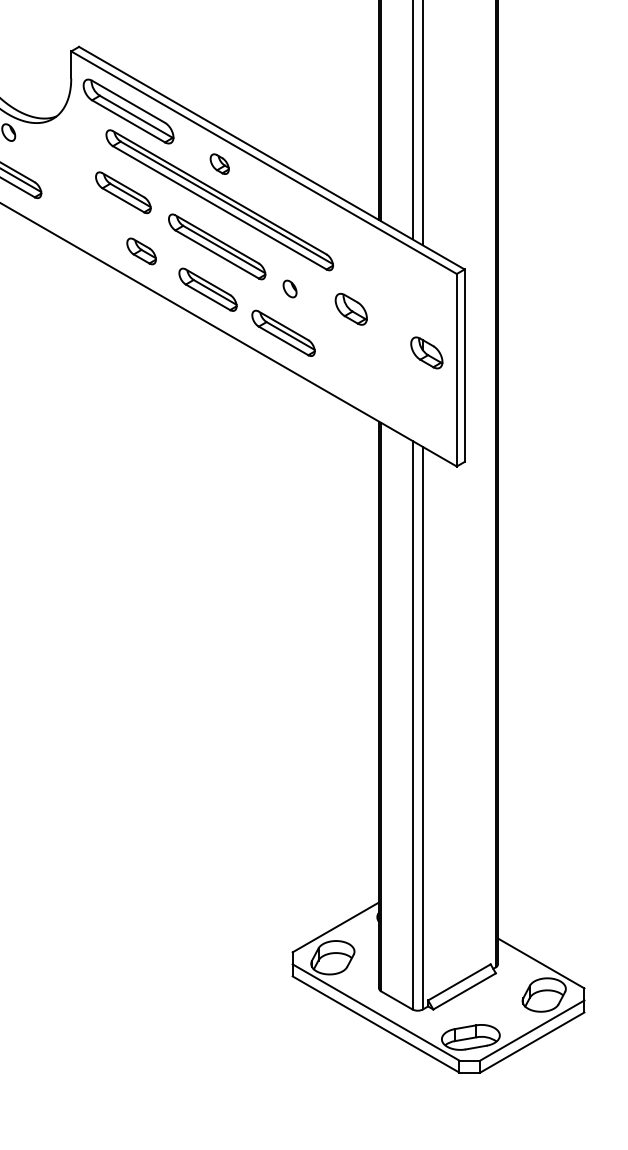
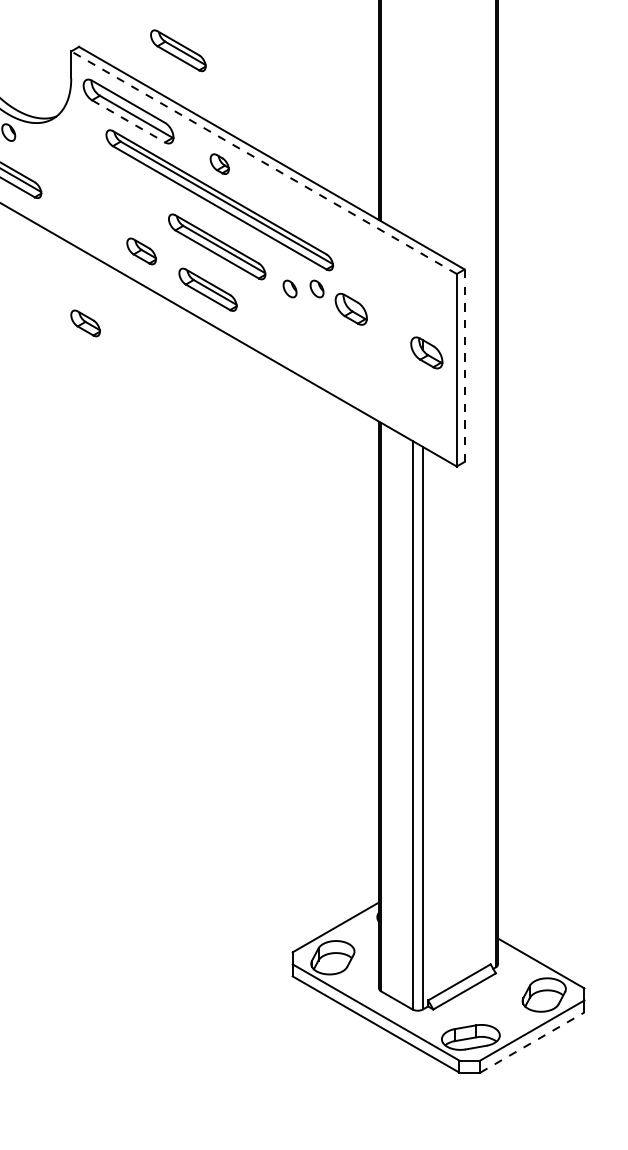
line at (412, 120): present -> none
line at (129, 121): solid -> dashed
line at (422, 123): present -> none
line at (264, 162): solid -> dashed
part at (123, 192) position: (123, 192) -> (178, 50)
part at (316, 288): none -> present
part at (85, 323): none -> present
part at (283, 332): present -> none
line at (464, 365): solid -> dashed
line at (532, 1042): solid -> dashed
